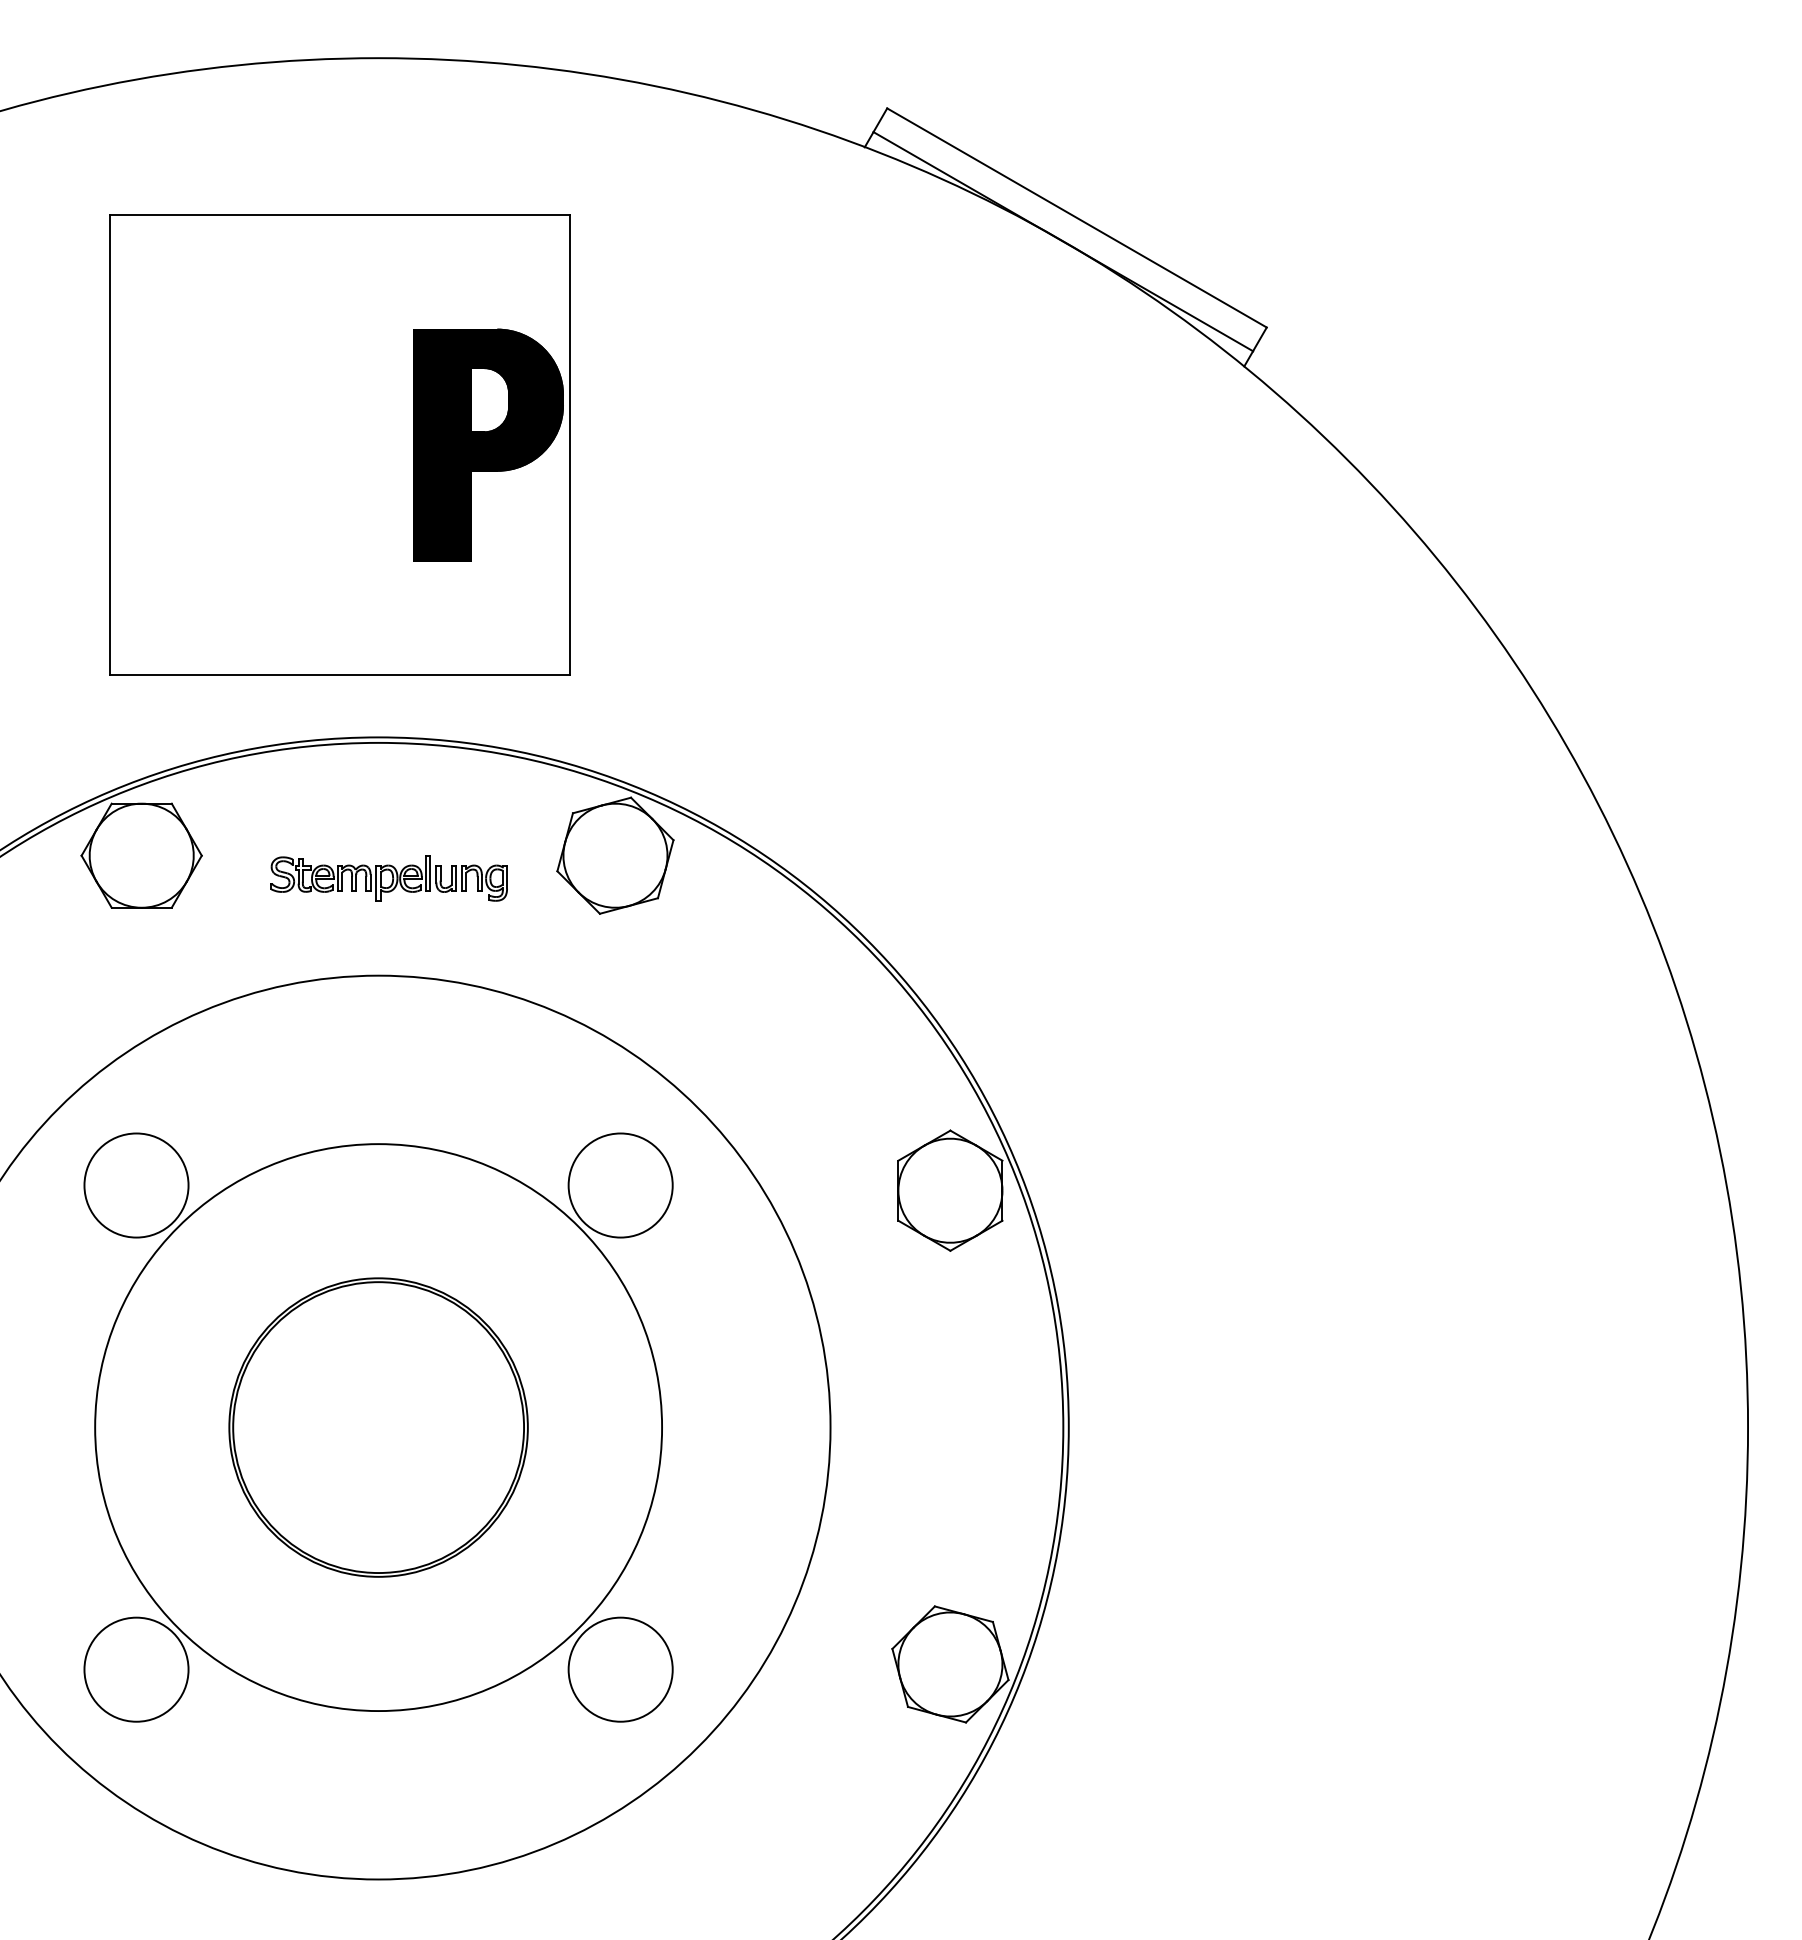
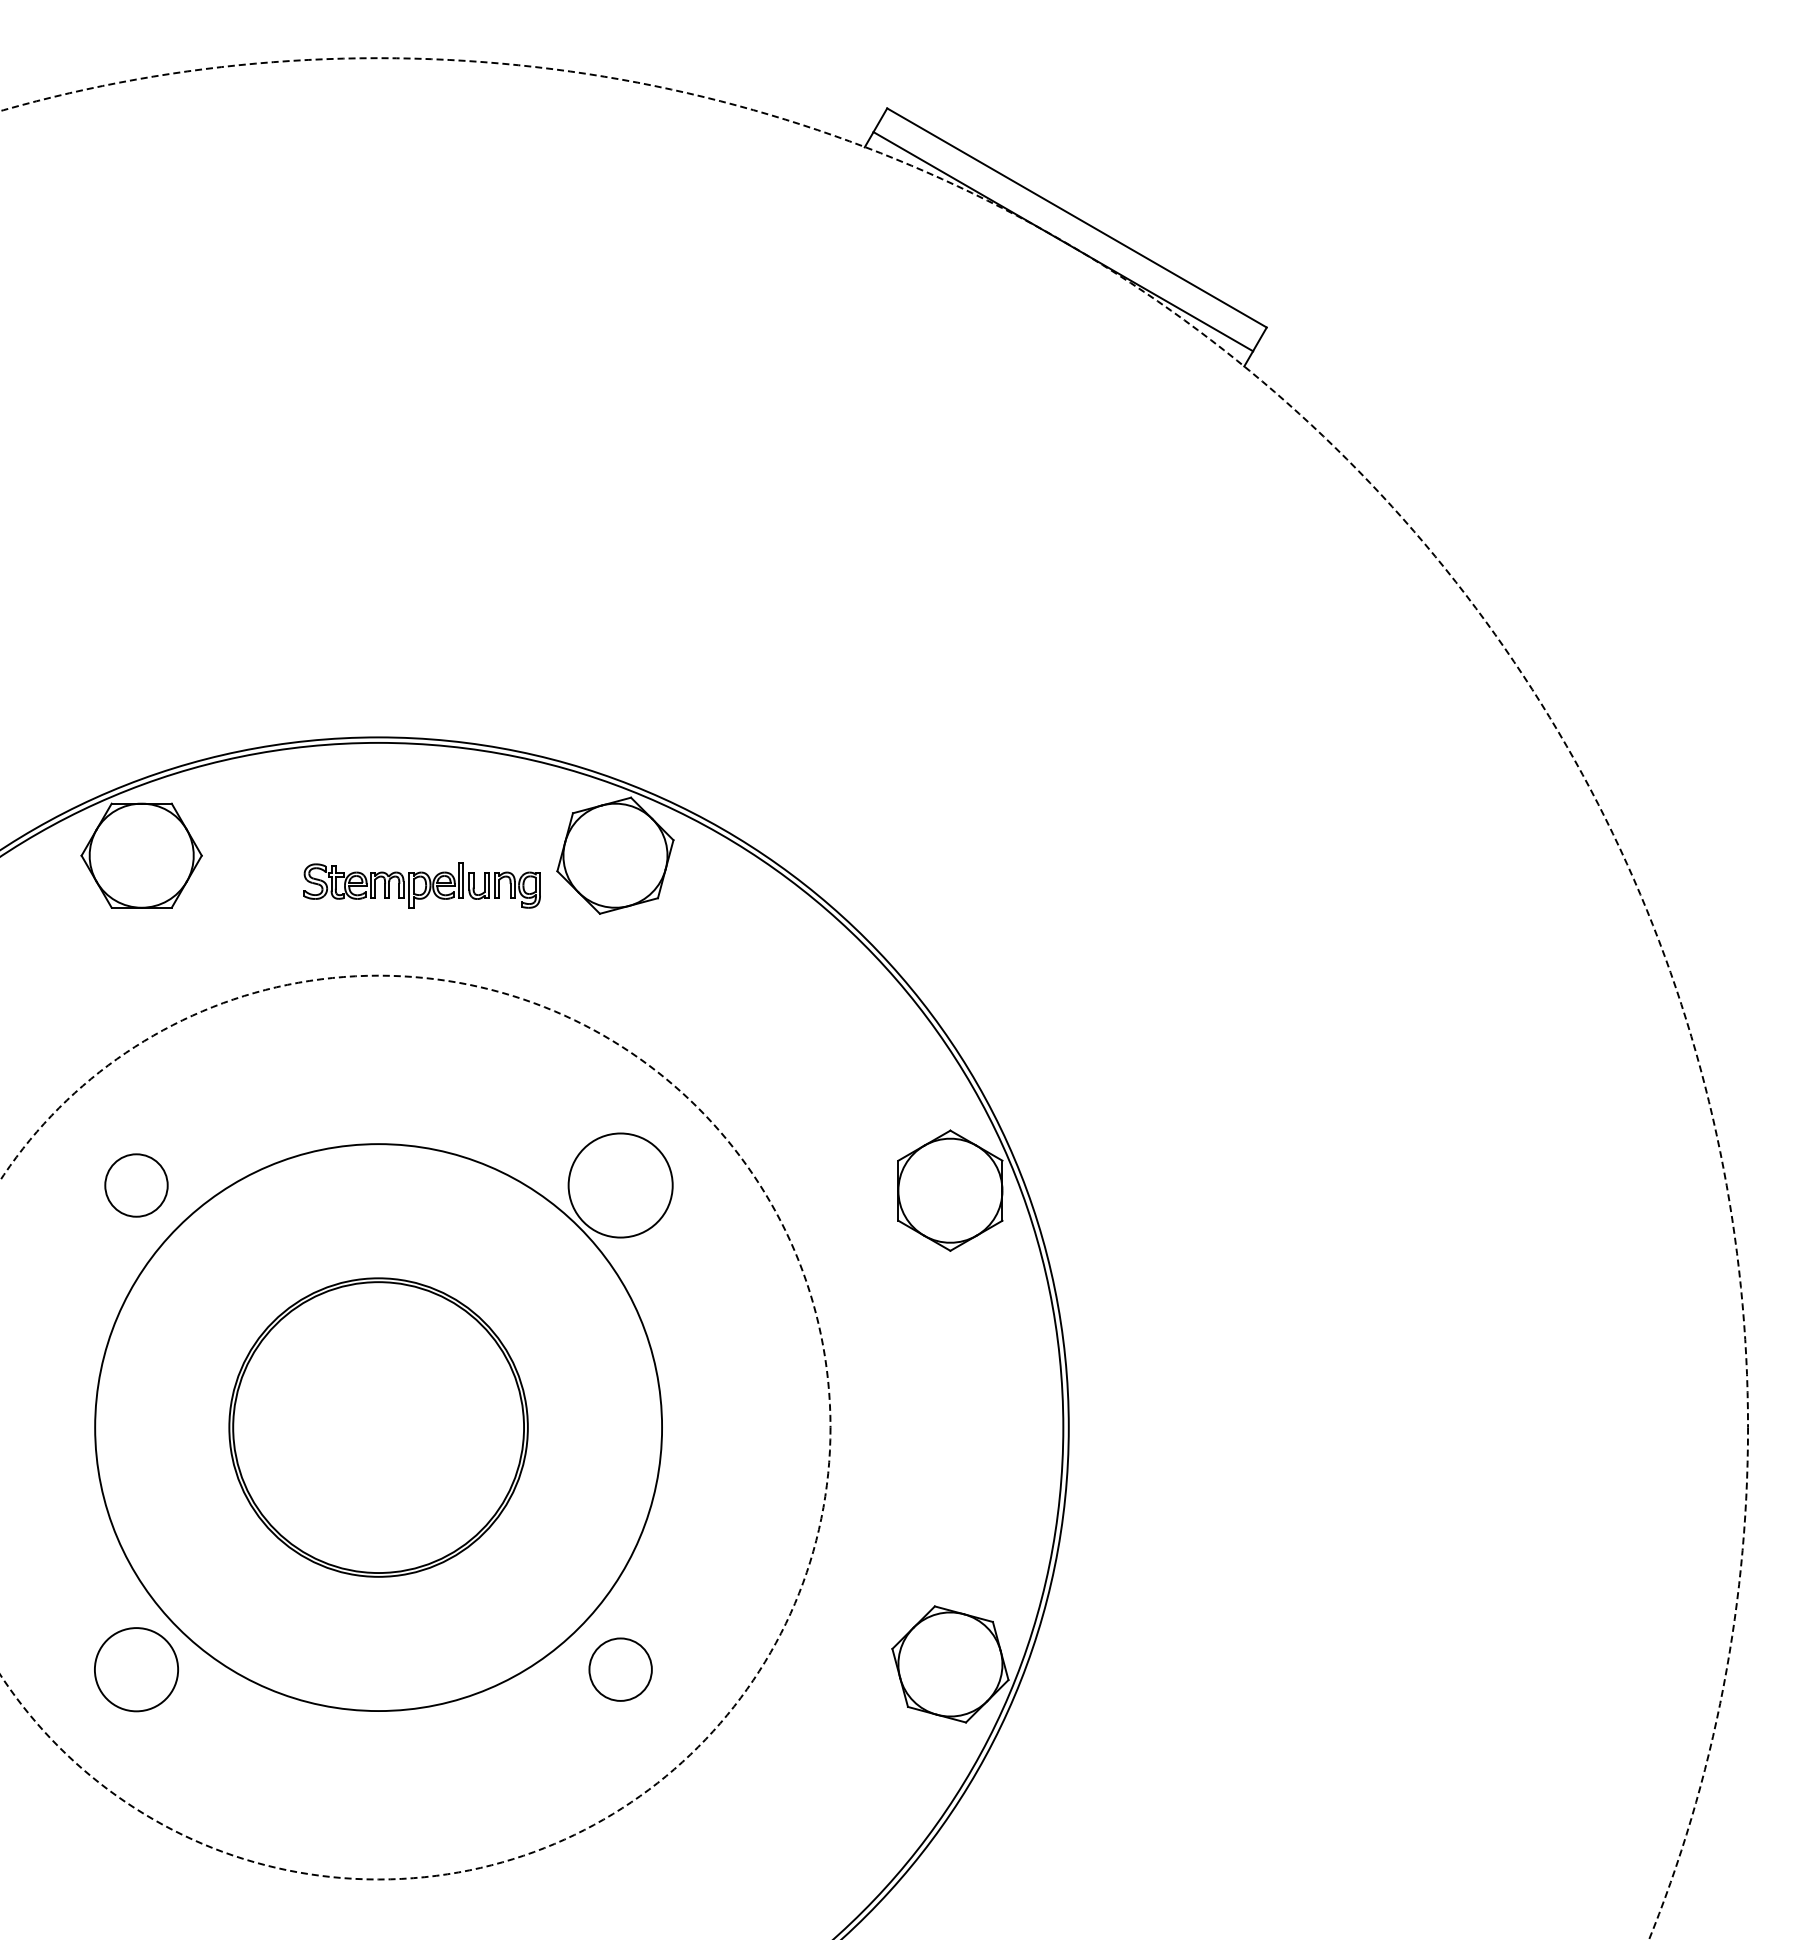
part at (339, 444): present -> none
part at (388, 878) position: (388, 878) -> (421, 885)
circle at (874, 998): solid -> dashed
circle at (136, 1185) diameter: 104 px -> 62 px
circle at (415, 1427): solid -> dashed
circle at (136, 1669) diameter: 104 px -> 83 px
circle at (620, 1669) diameter: 104 px -> 62 px
